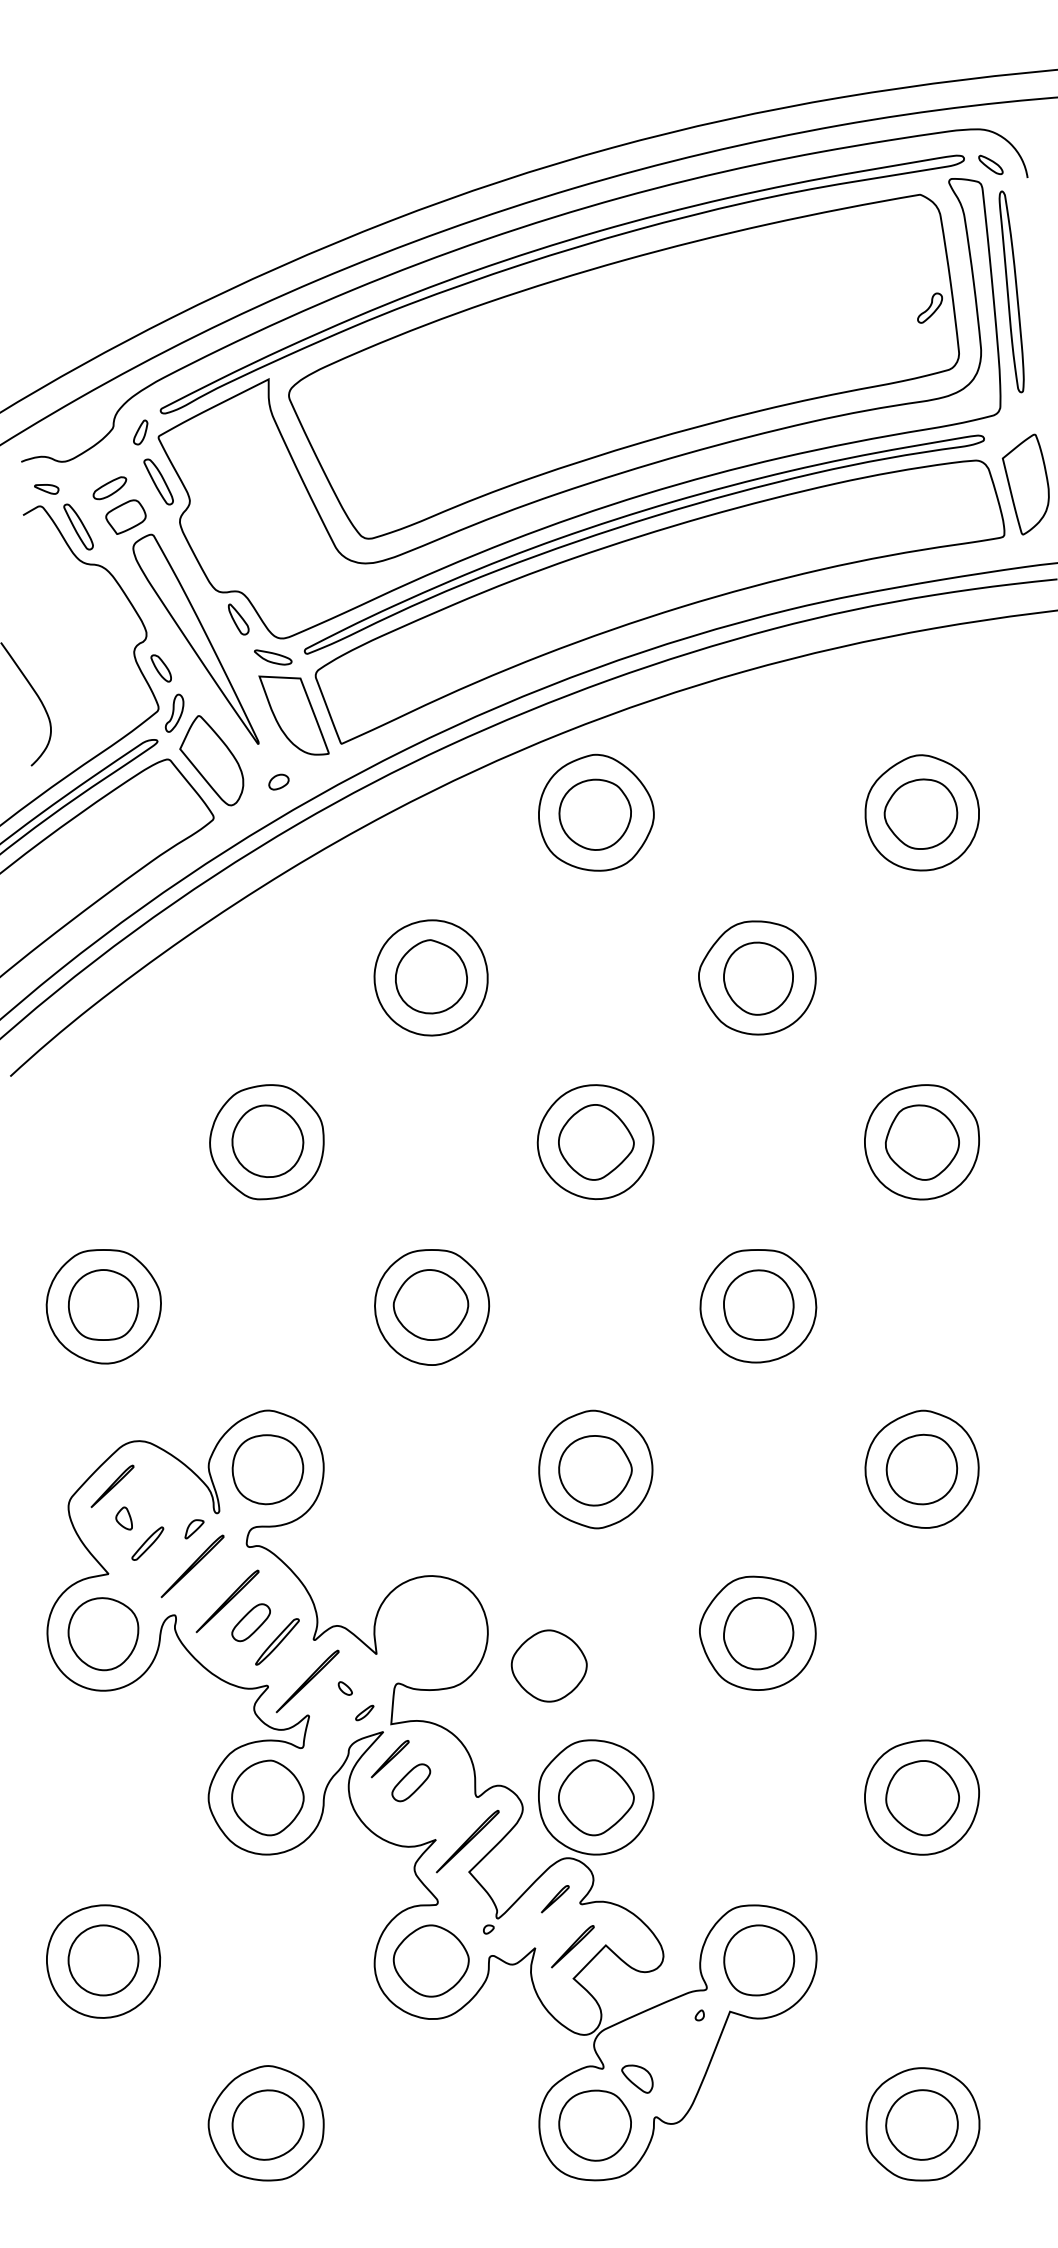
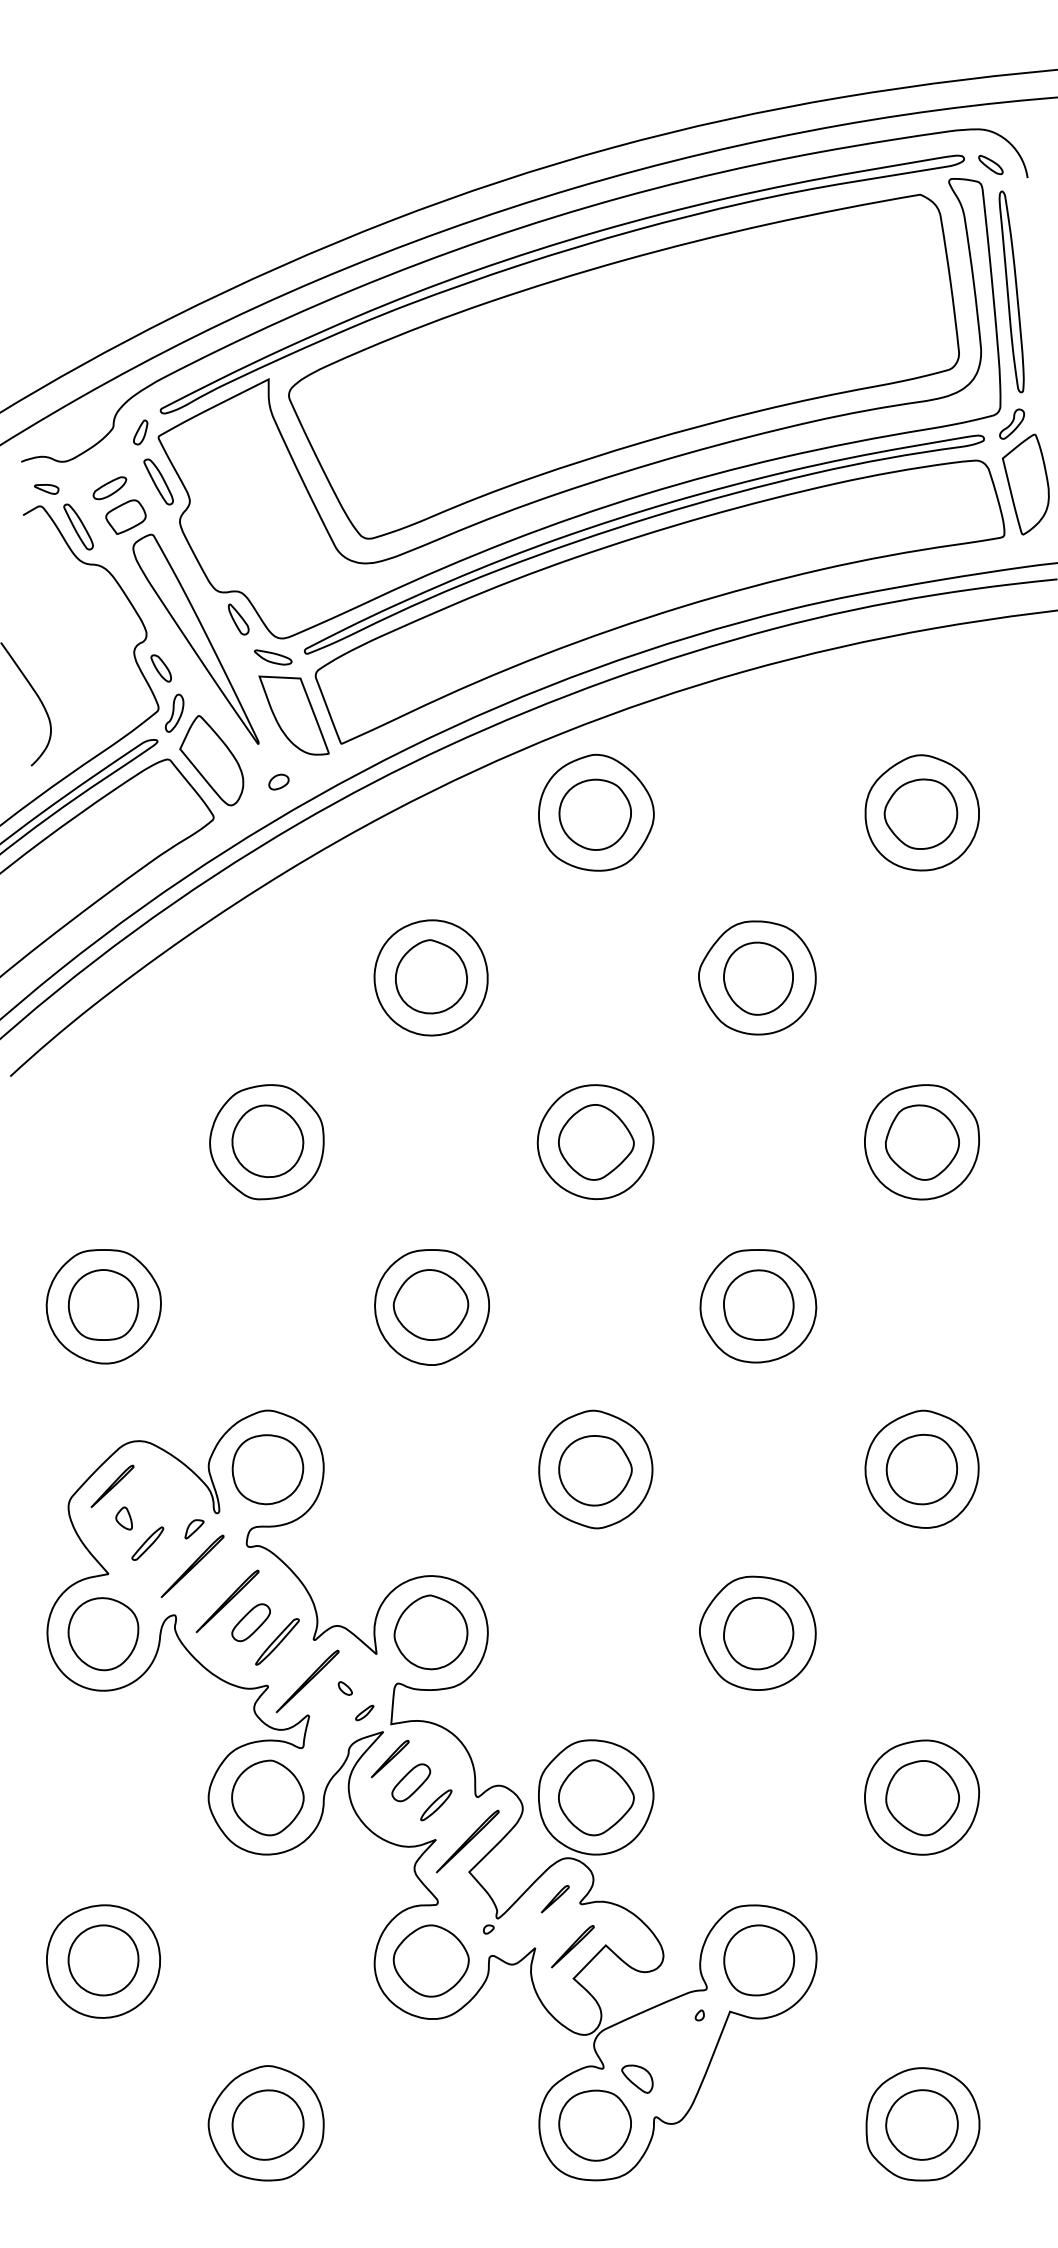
part at (929, 307) position: (929, 307) -> (1011, 423)
part at (430, 1632): none -> present
part at (548, 1665): present -> none
part at (436, 1805): none -> present
